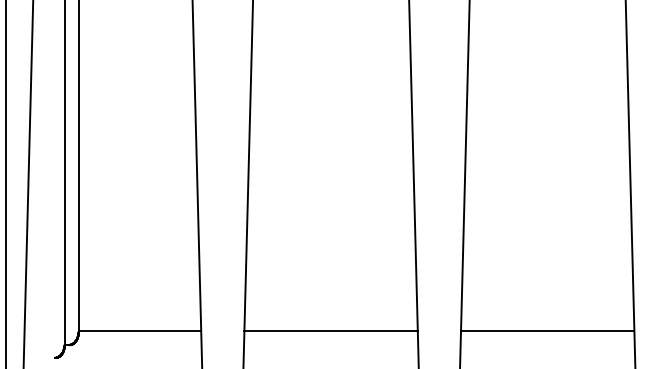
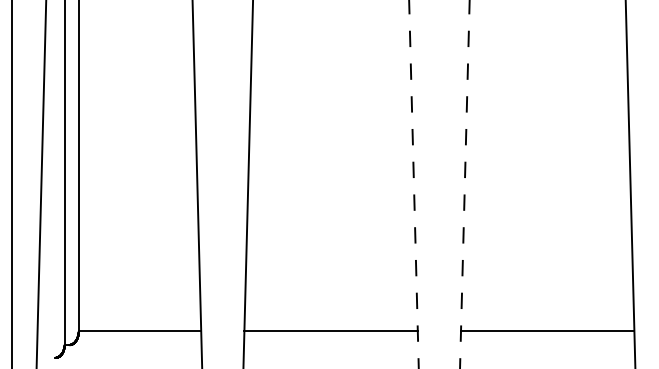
line at (6, 183) position: (6, 183) -> (12, 183)
line at (28, 184) position: (28, 184) -> (41, 184)
line at (413, 184): solid -> dashed
line at (464, 184): solid -> dashed
